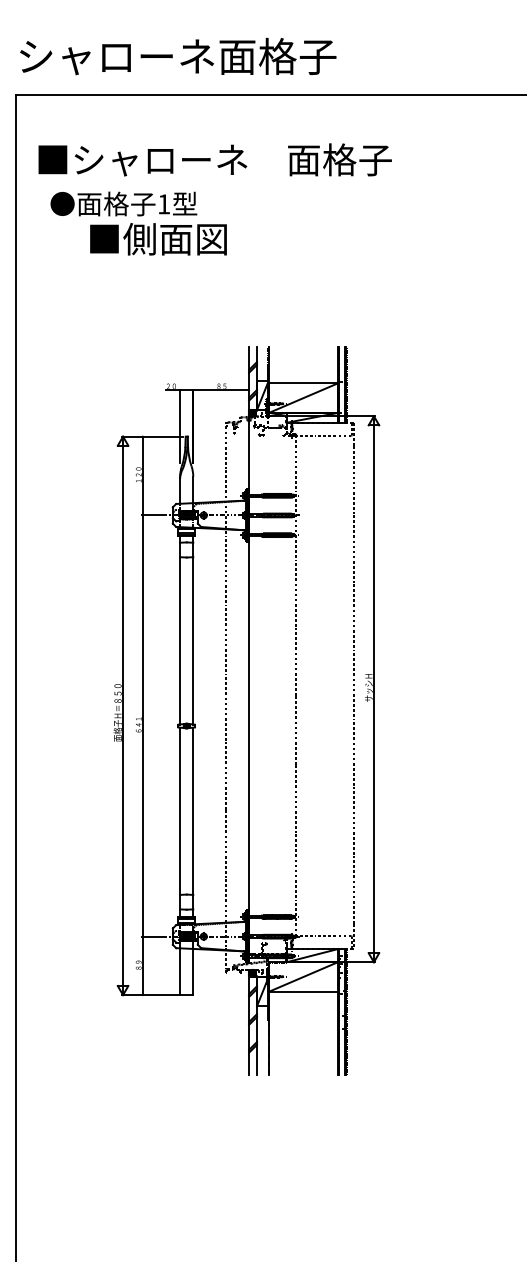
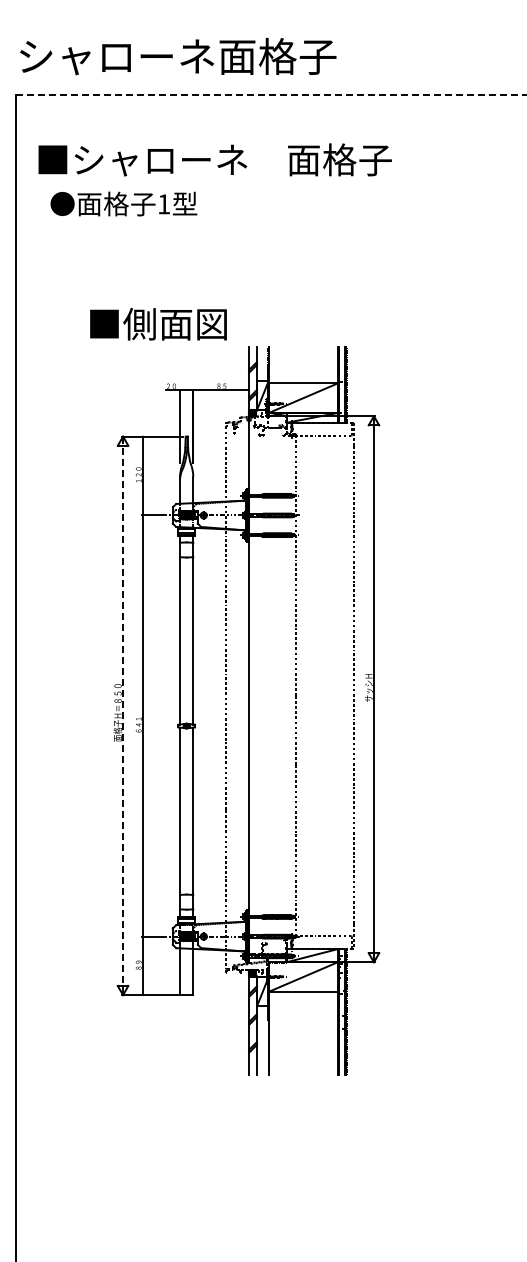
line at (271, 95): solid -> dashed
text at (158, 239) position: (158, 239) -> (158, 324)
line at (123, 716): solid -> dashed
